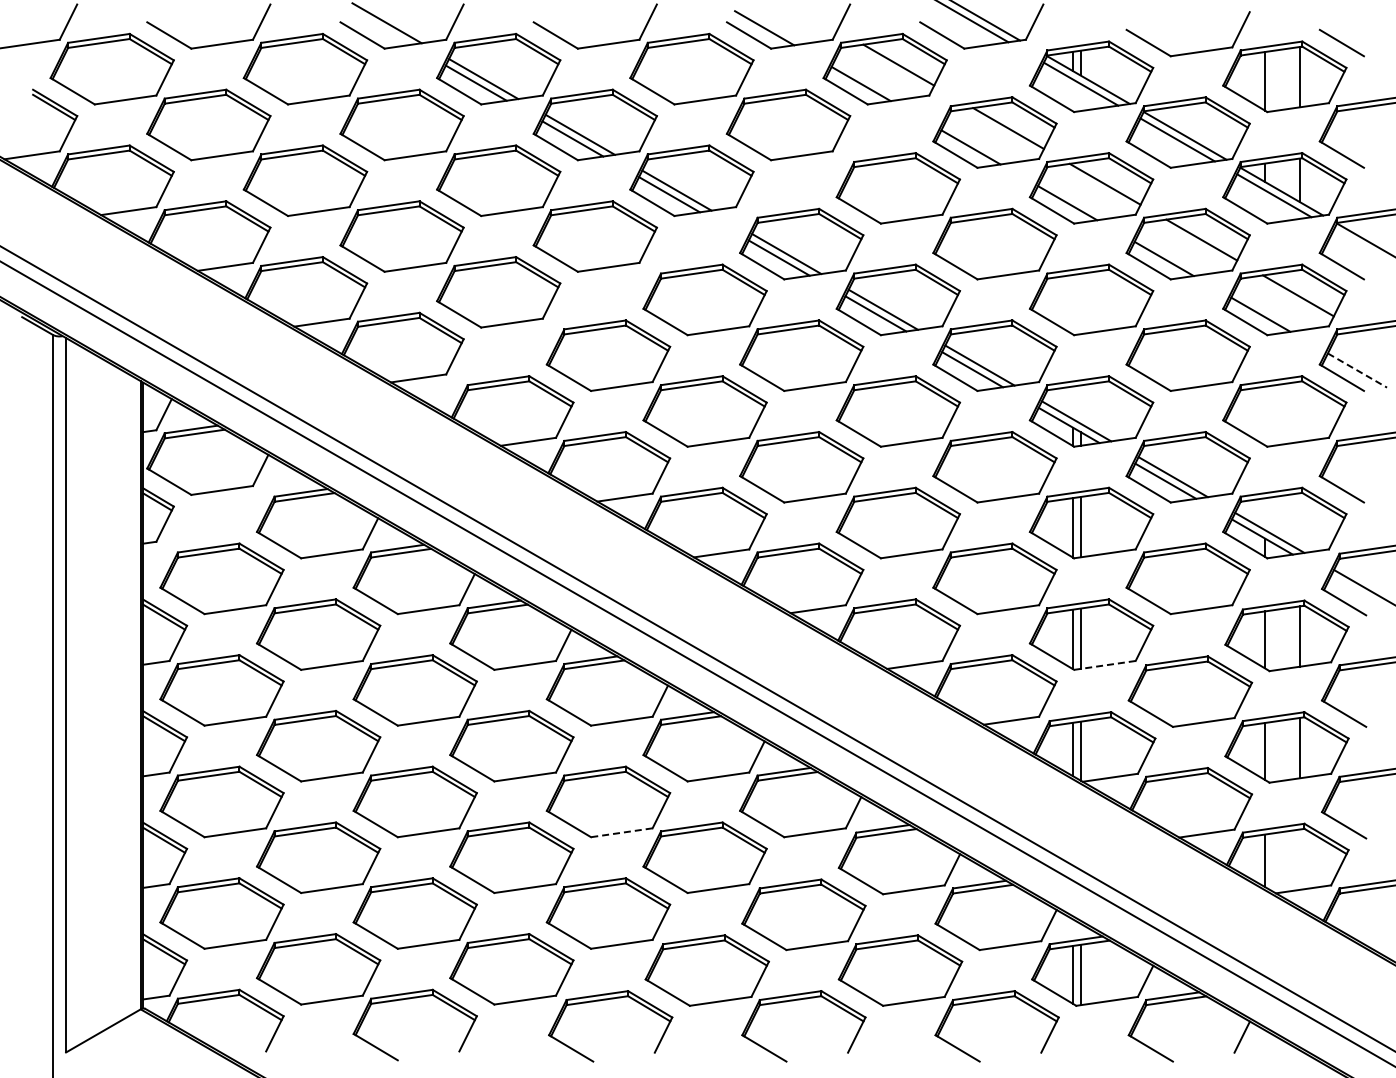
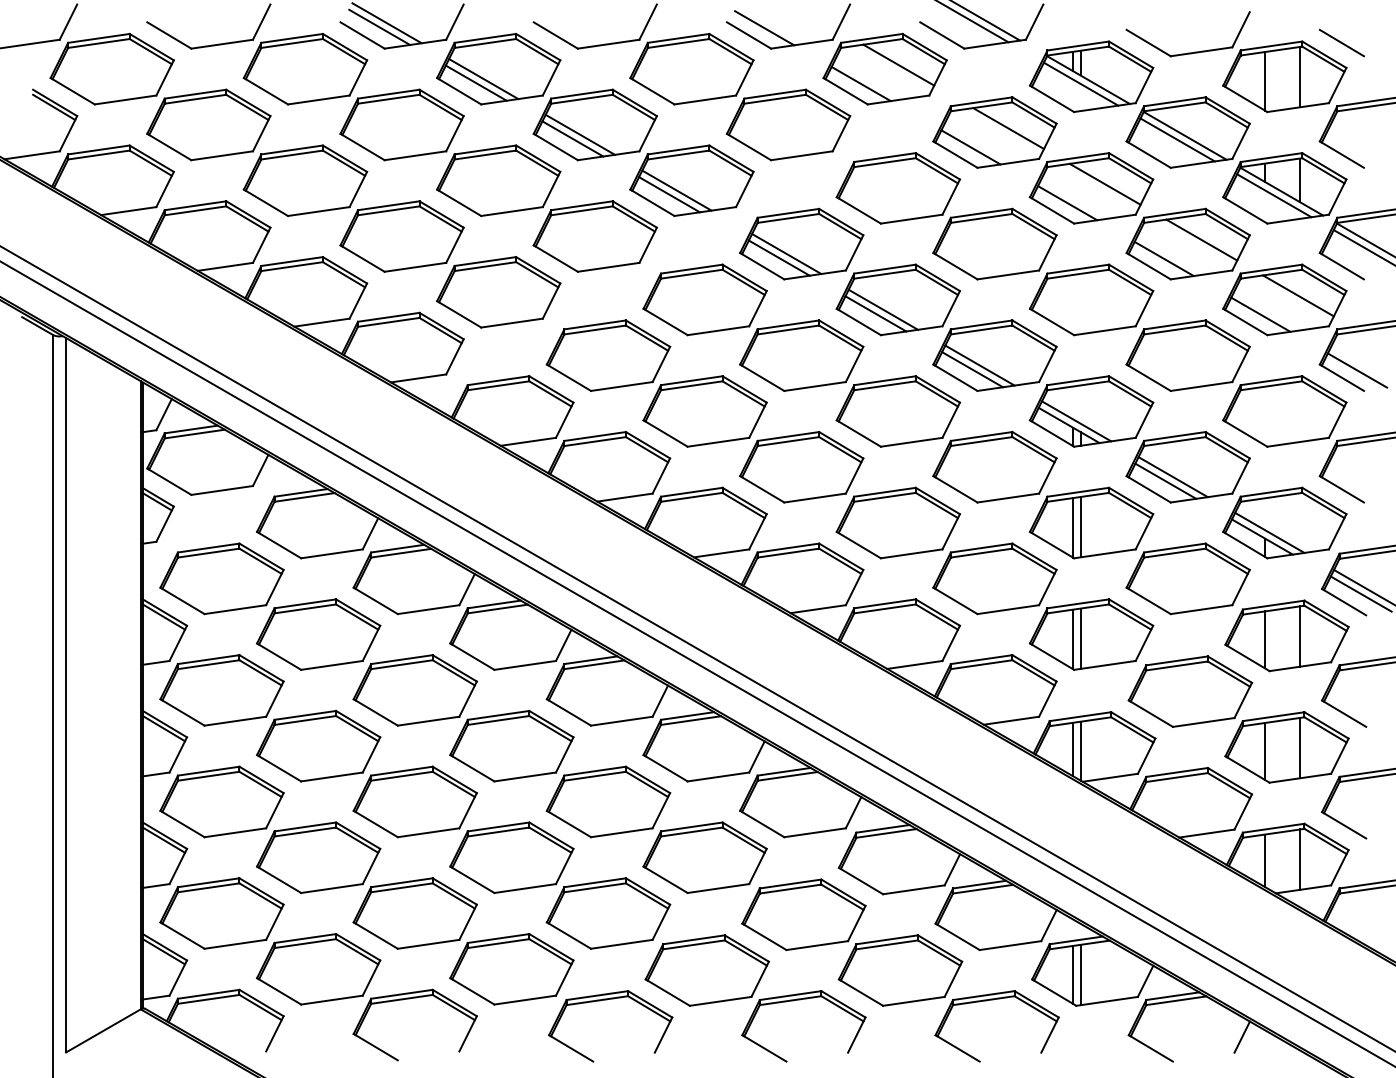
line at (379, 26): none -> present
line at (1362, 246): none -> present
line at (1357, 370): dashed -> solid
line at (1360, 593): none -> present
line at (1104, 665): dashed -> solid
line at (621, 832): dashed -> solid
line at (1300, 859): none -> present
